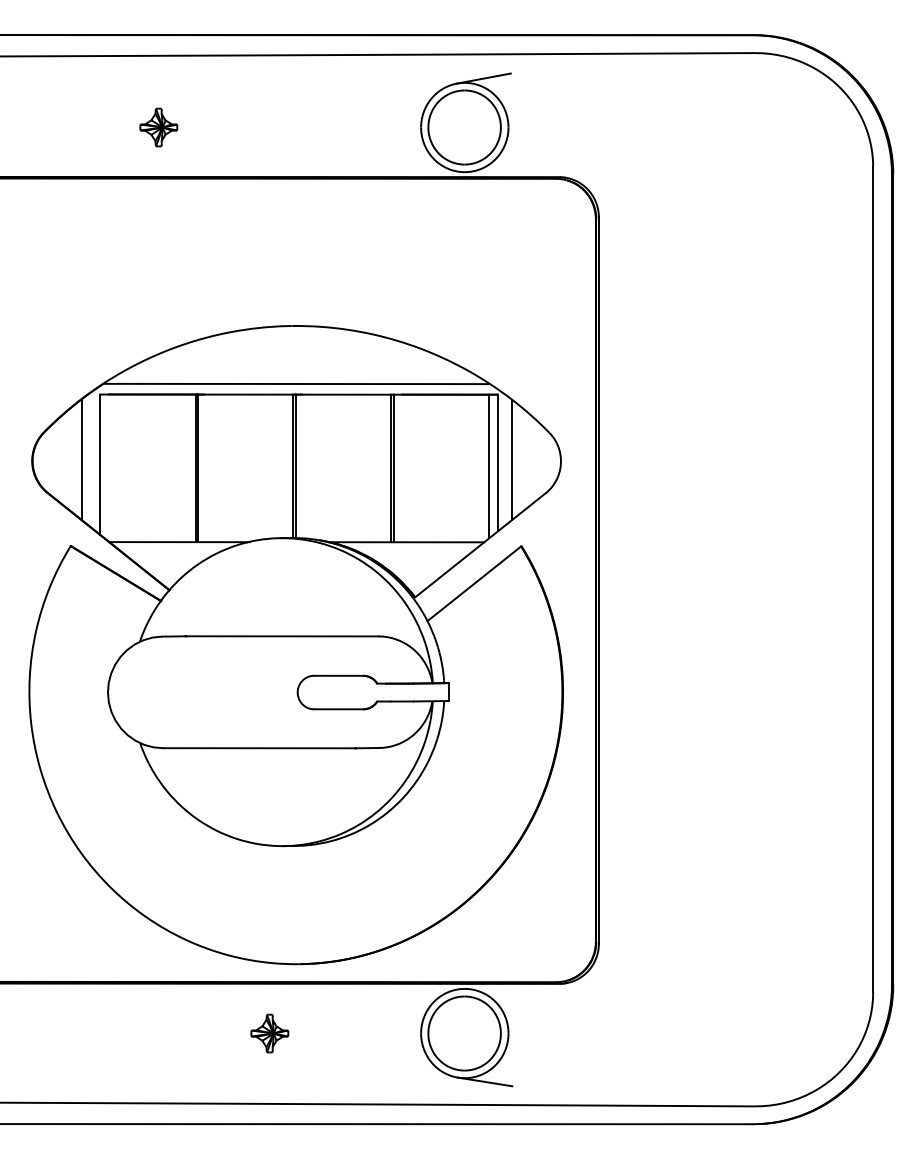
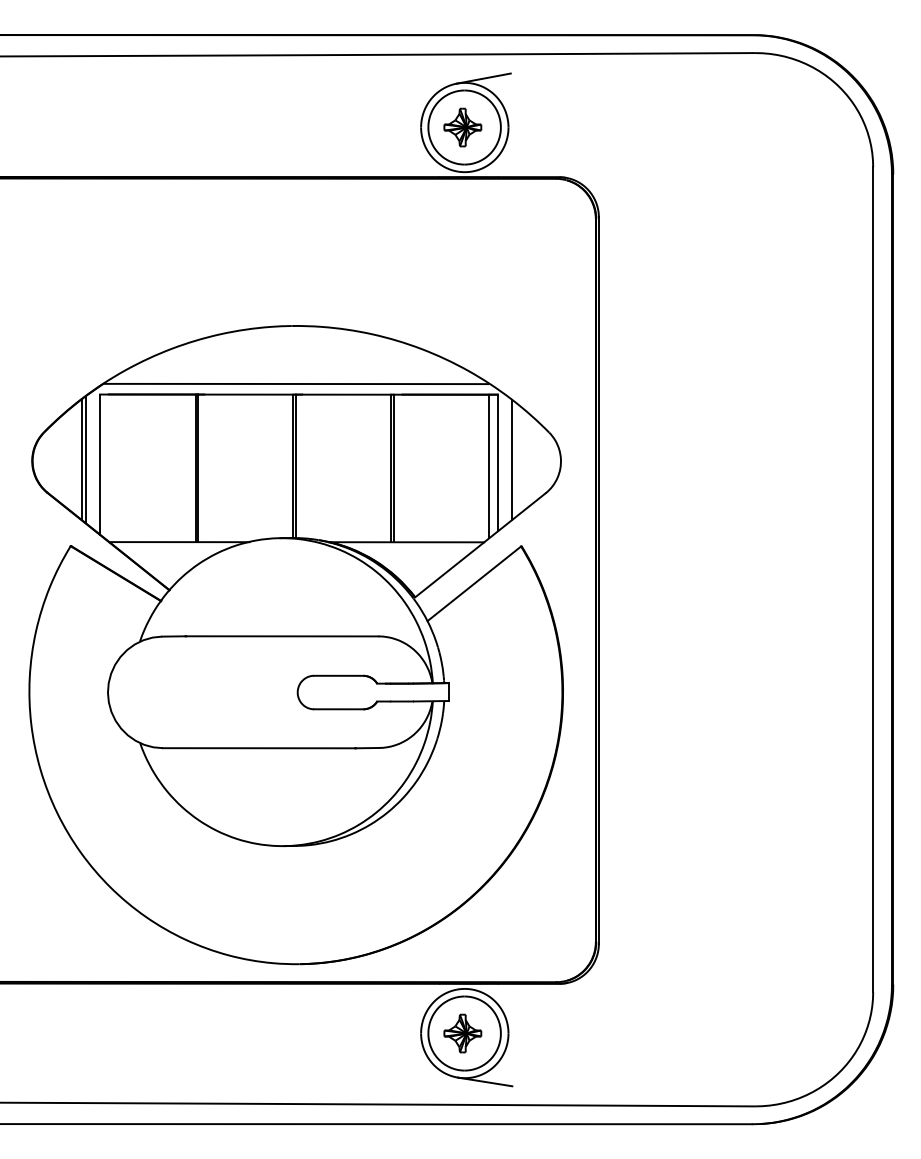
part at (158, 127) position: (158, 127) -> (462, 127)
line at (85, 459): none -> present
part at (269, 1033) position: (269, 1033) -> (462, 1033)
